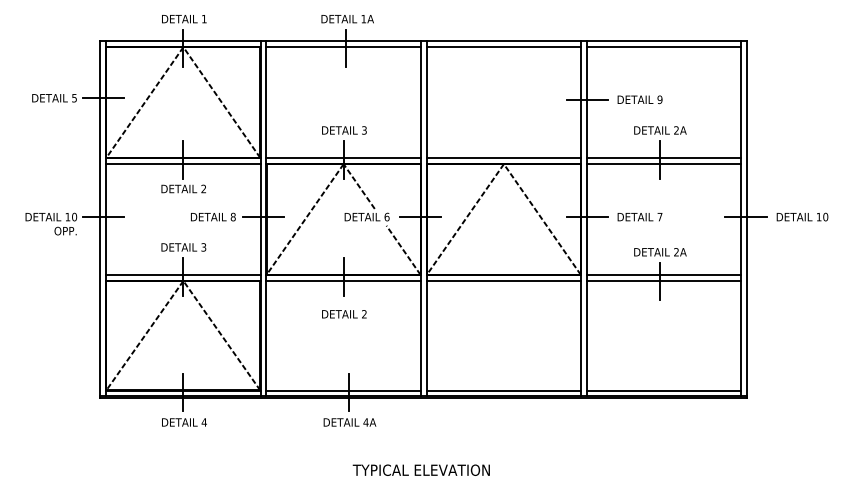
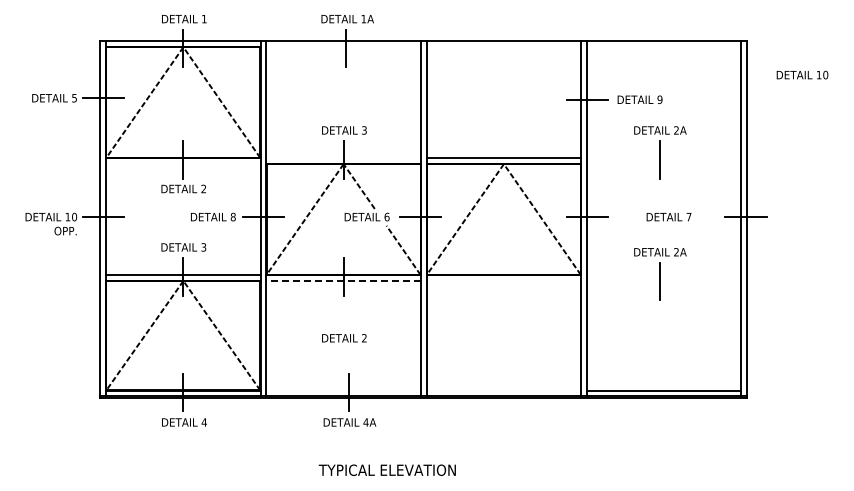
line at (343, 47): present -> none
line at (503, 47): present -> none
line at (663, 47): present -> none
line at (343, 158): present -> none
line at (663, 158): present -> none
line at (183, 163): present -> none
line at (663, 163): present -> none
text at (802, 216) position: (802, 216) -> (802, 74)
text at (639, 217) position: (639, 217) -> (668, 217)
line at (663, 275): present -> none
line at (343, 280): solid -> dashed
line at (503, 280): present -> none
line at (663, 280): present -> none
text at (344, 314) position: (344, 314) -> (344, 338)
line at (343, 390): present -> none
line at (503, 390): present -> none
text at (420, 469) position: (420, 469) -> (386, 469)
